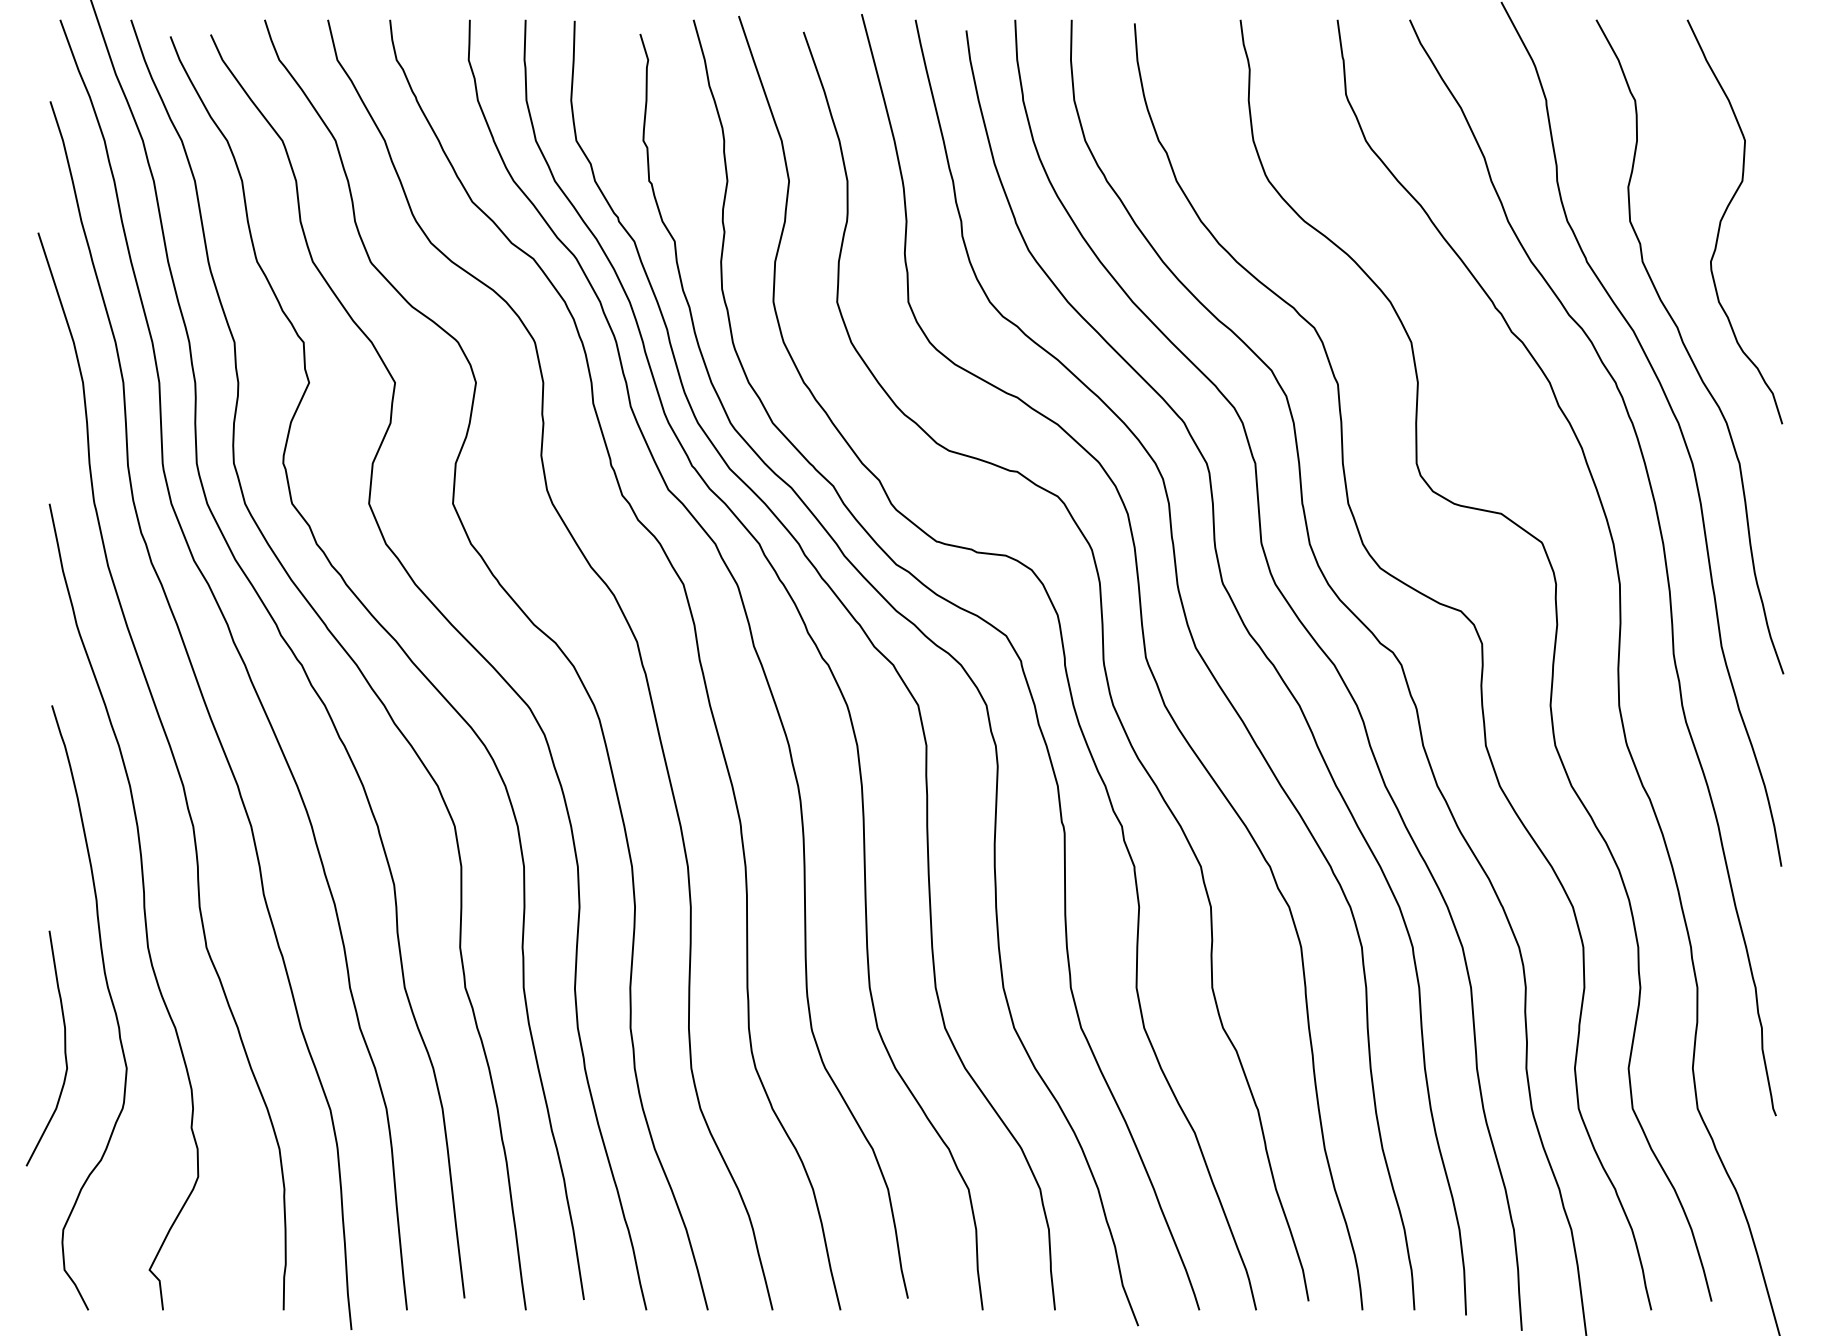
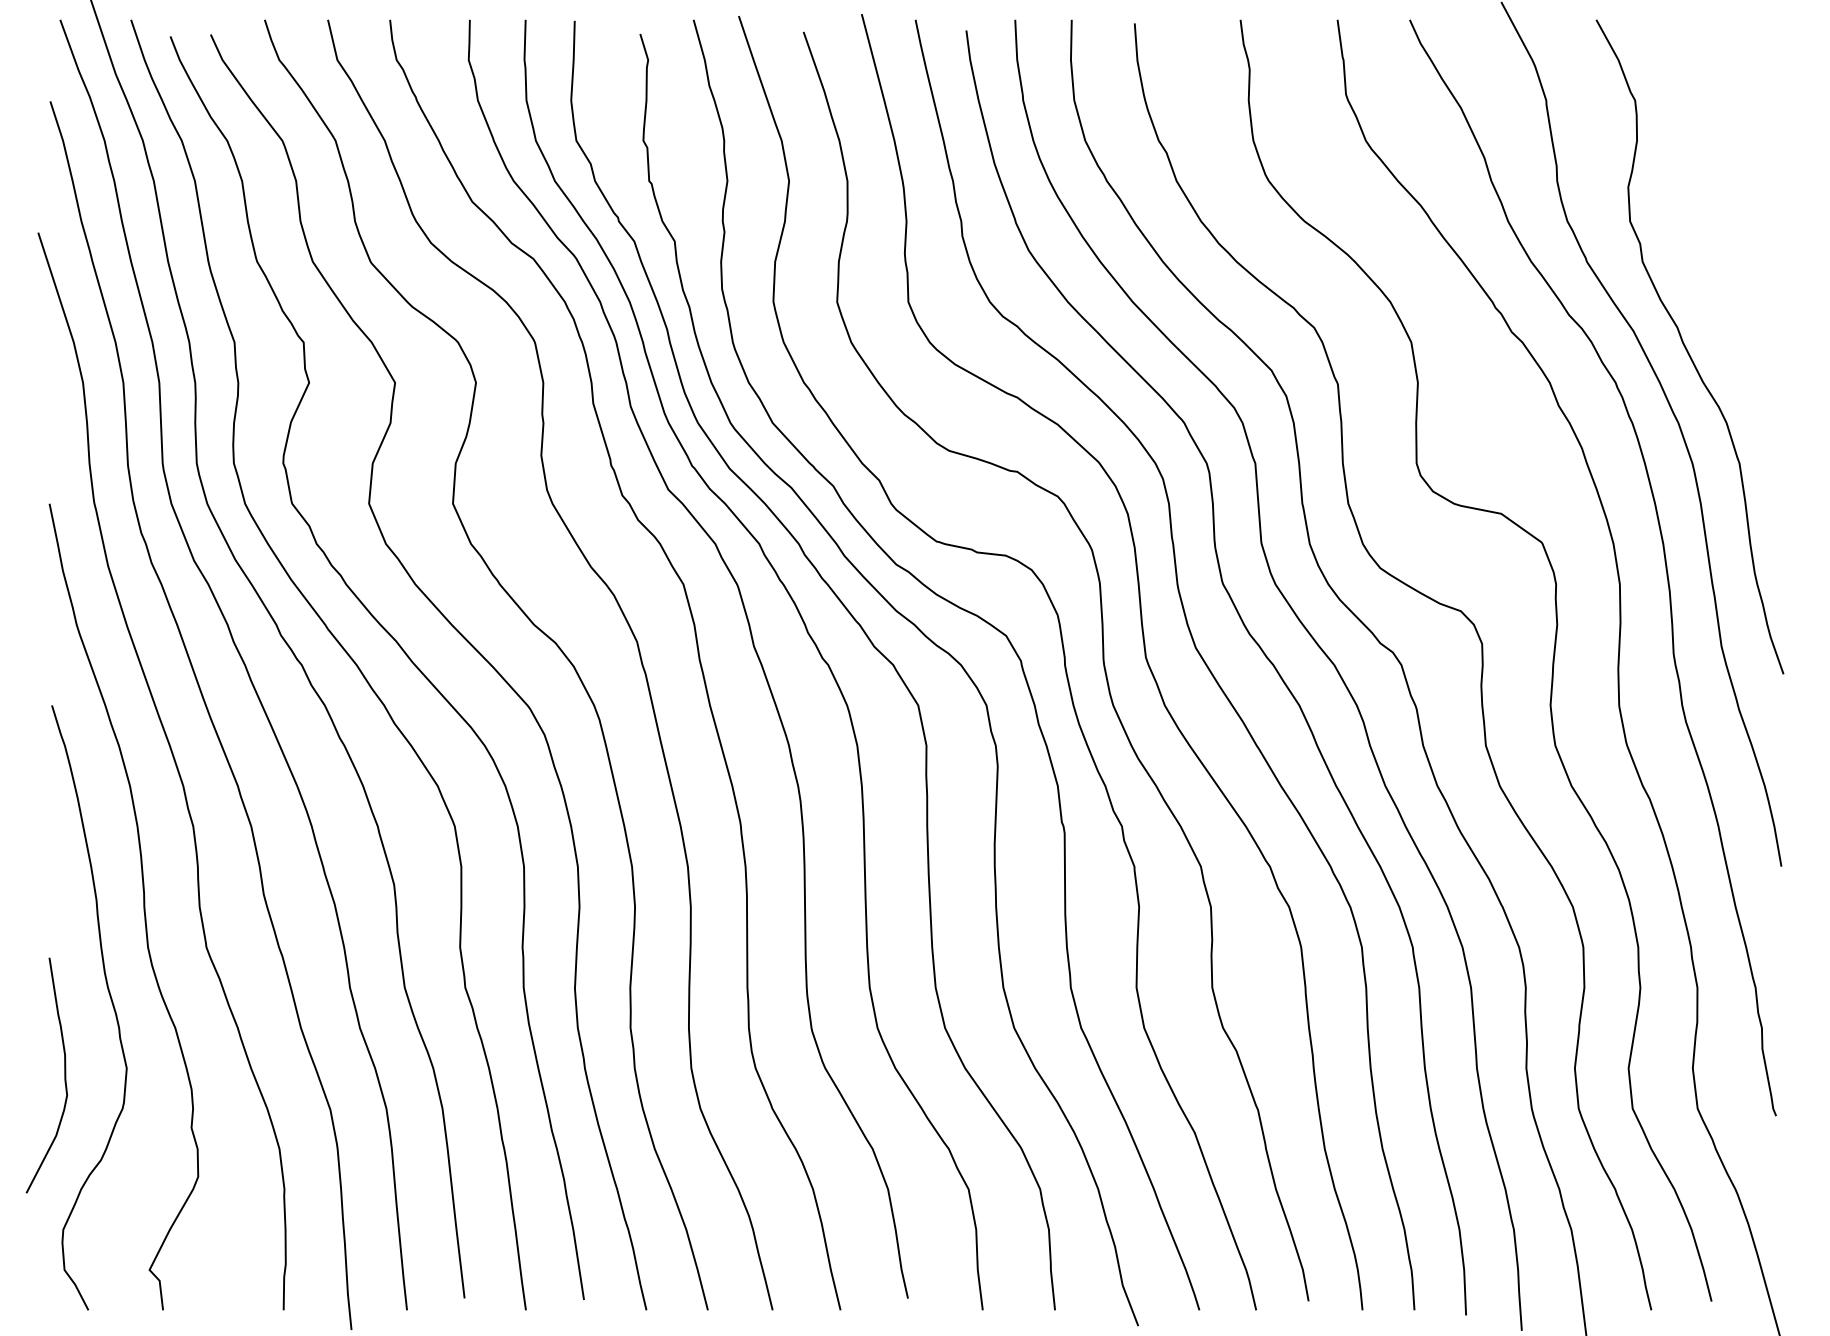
curve at (1724, 215): present -> none
curve at (64, 1048) position: (64, 1048) -> (64, 1075)
